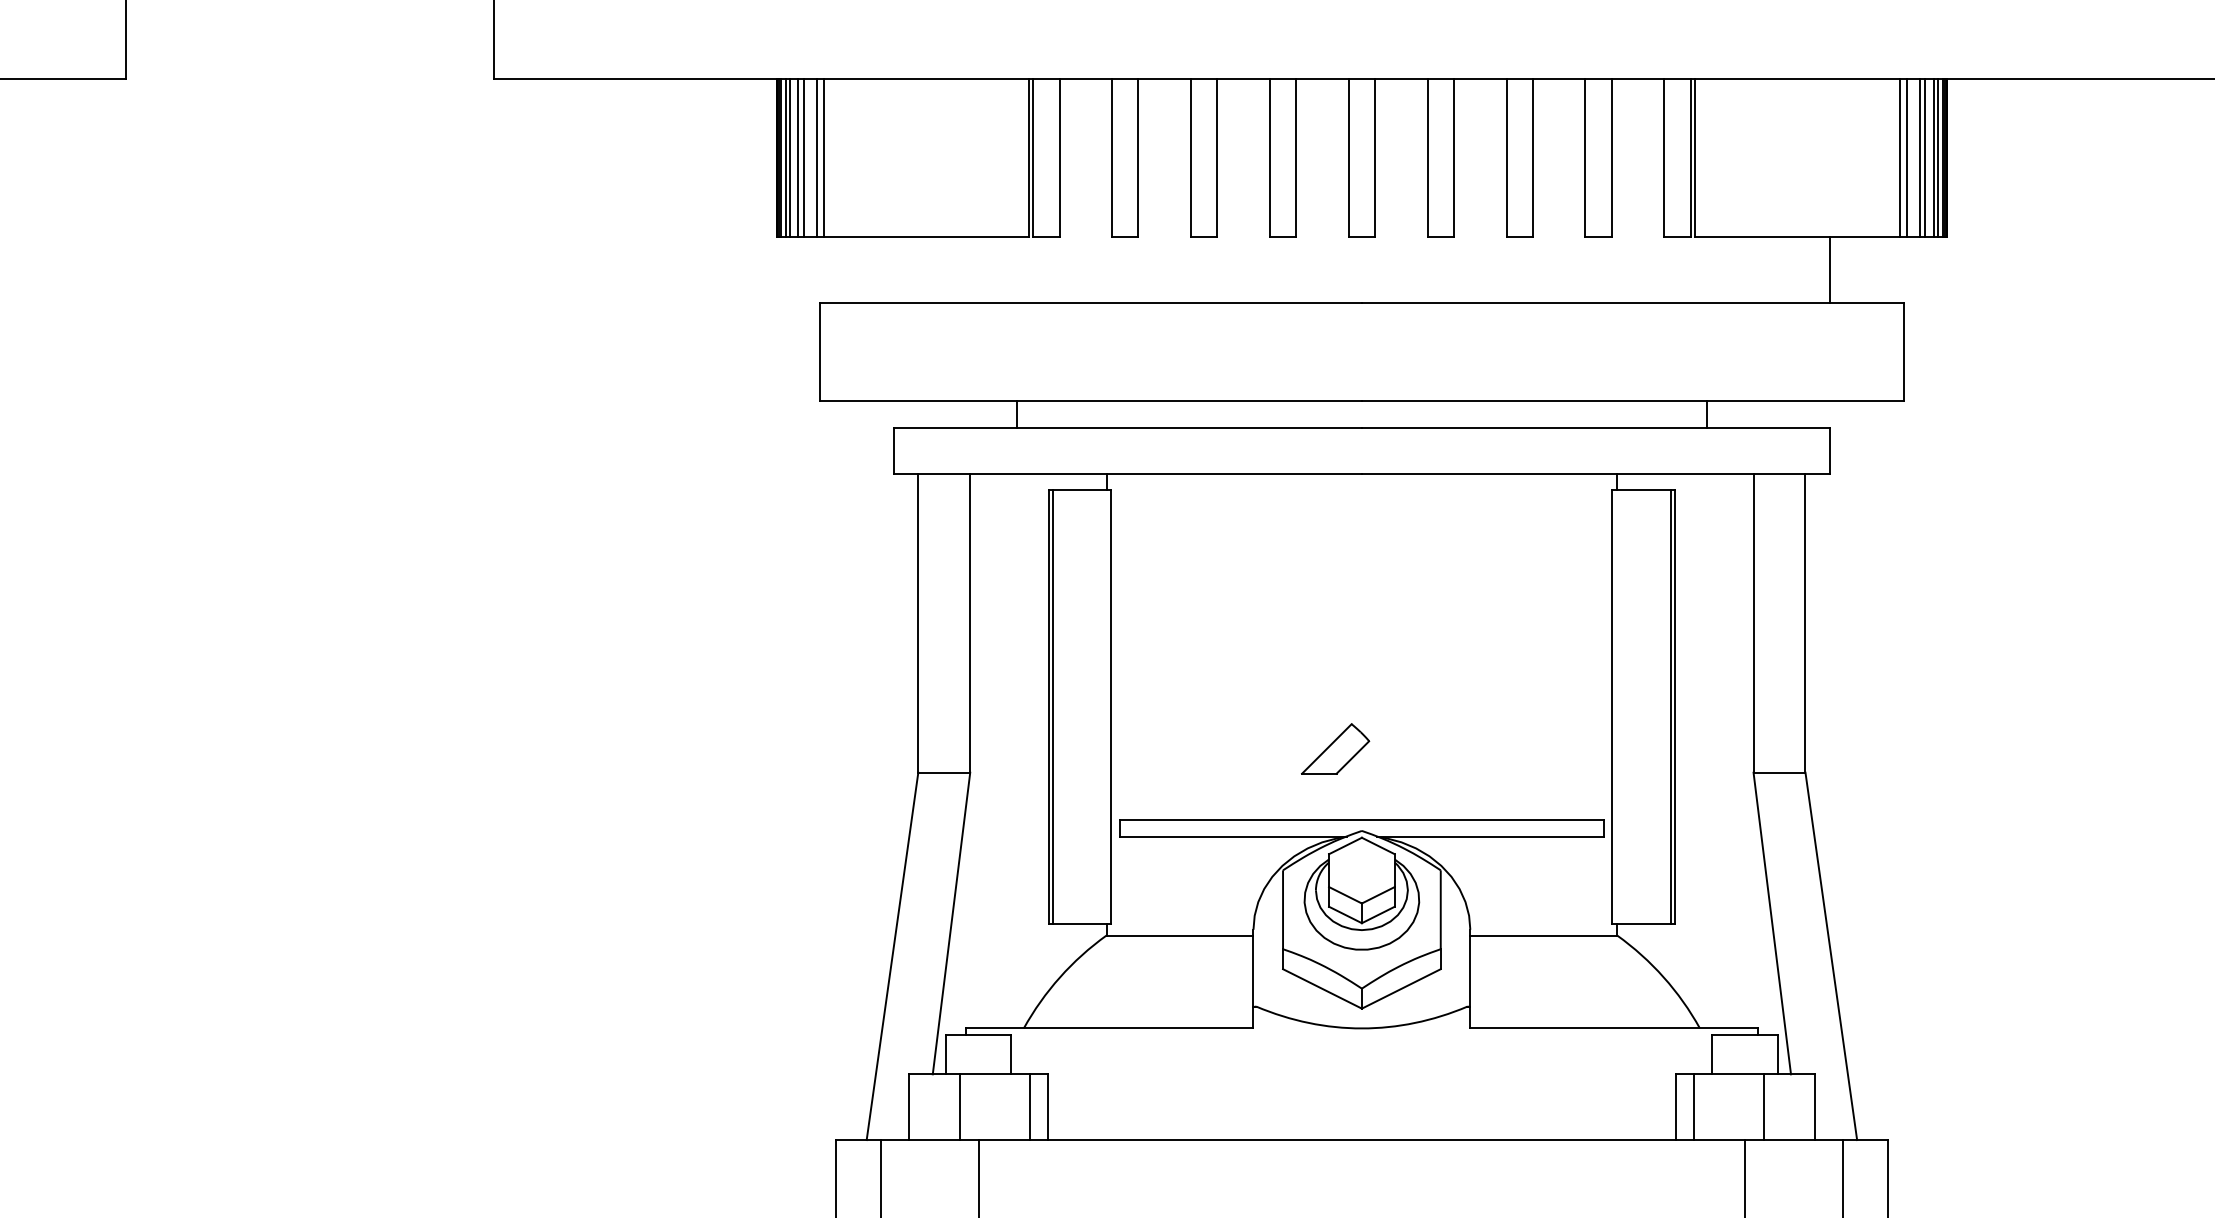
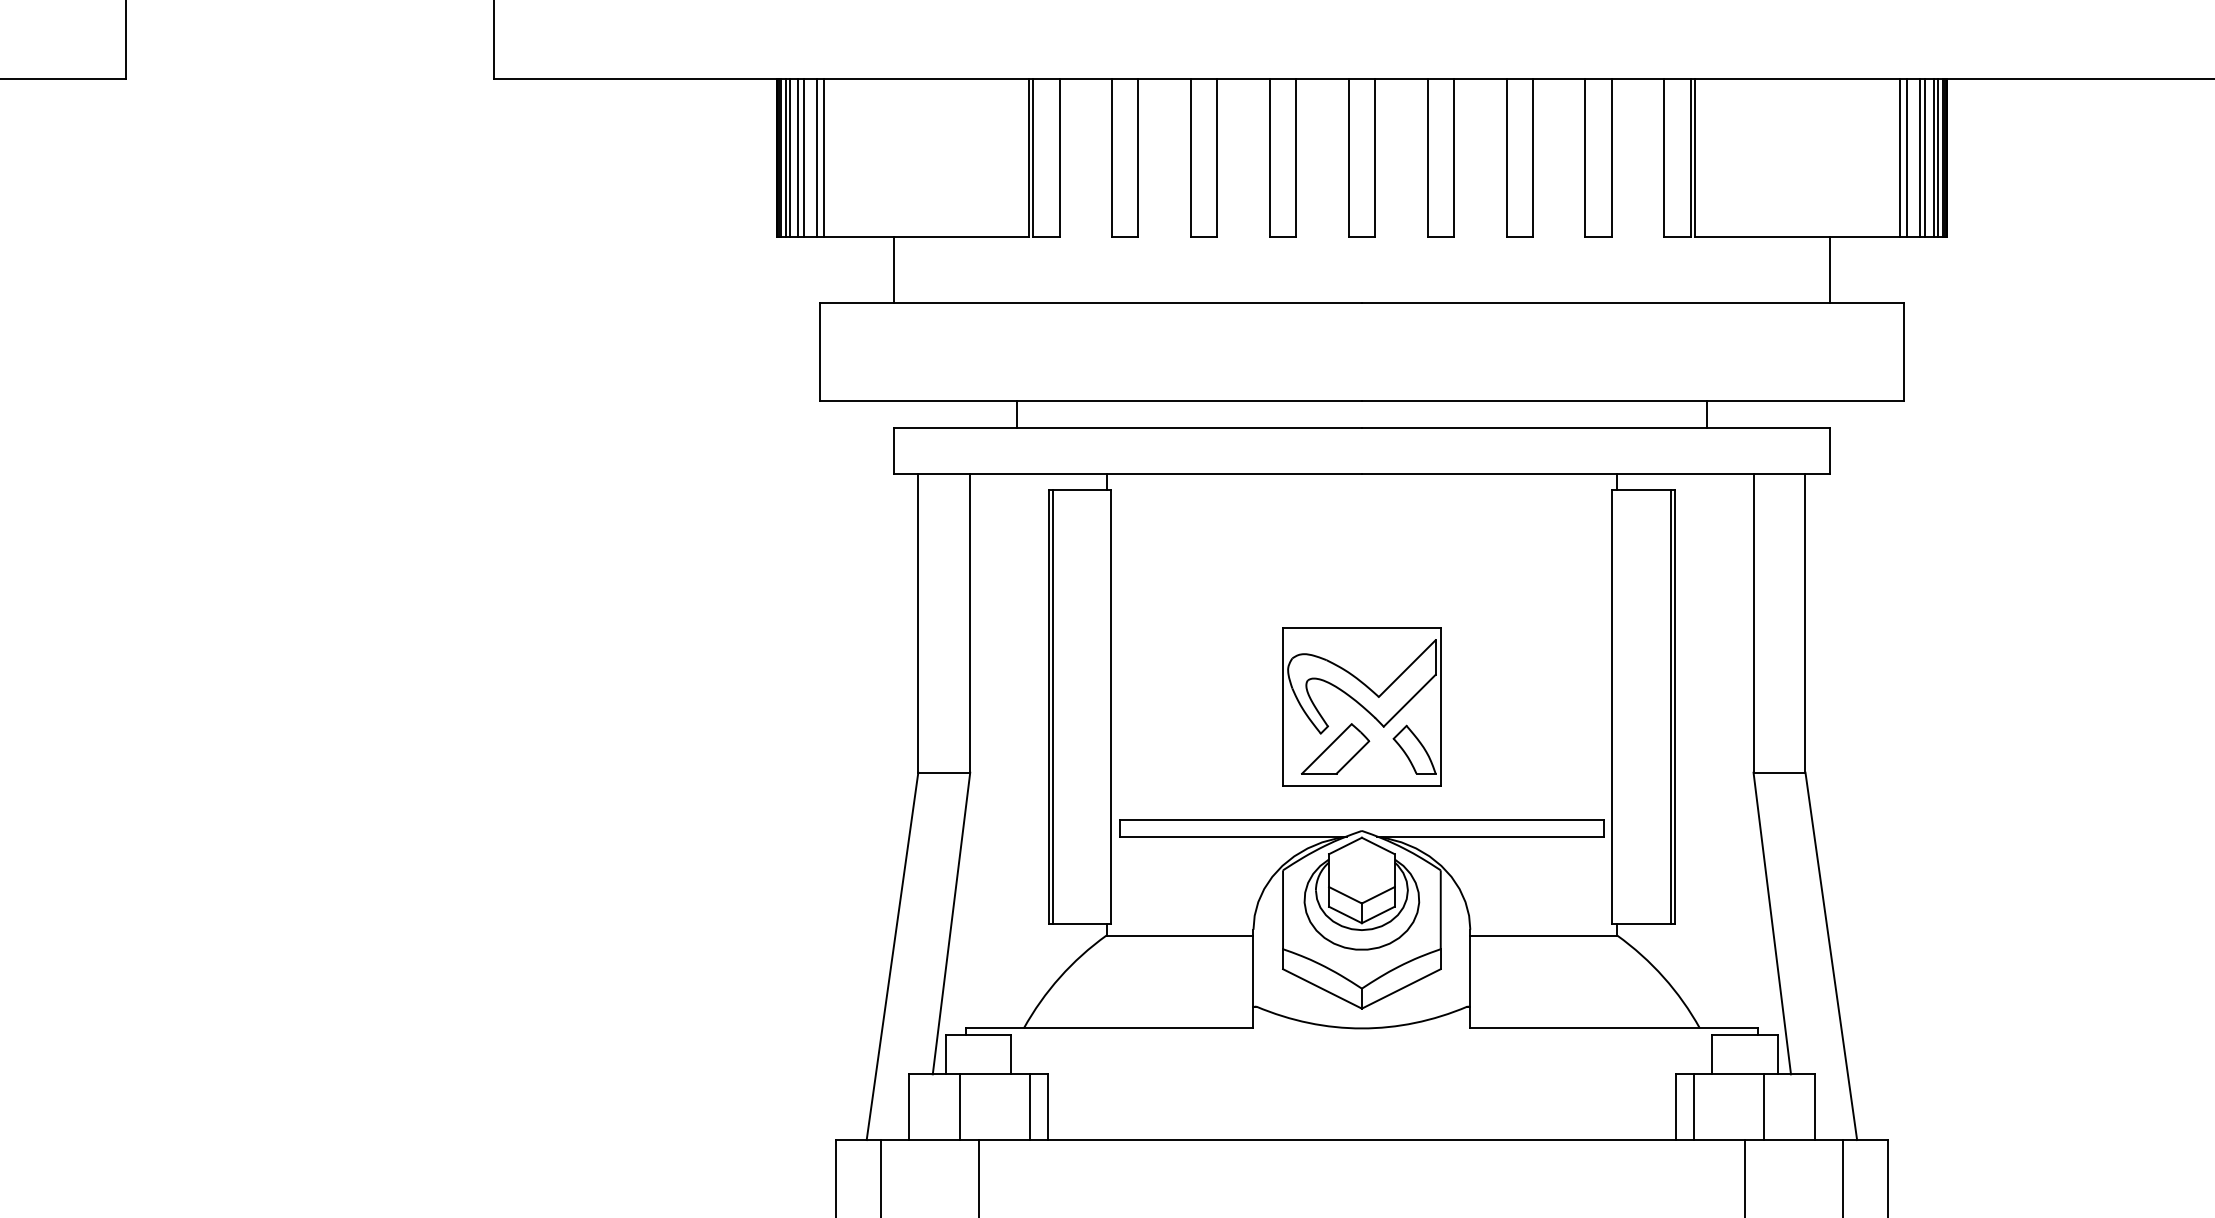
line at (894, 269): none -> present
part at (1361, 706): none -> present
